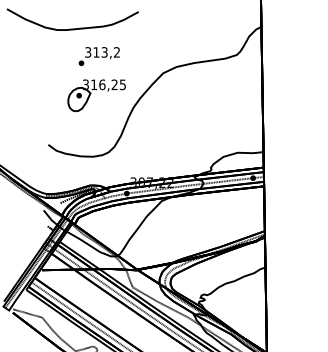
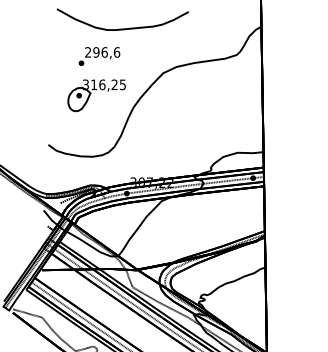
part at (72, 28) position: (72, 28) -> (122, 28)
text at (102, 52): 313,2 -> 296,6
